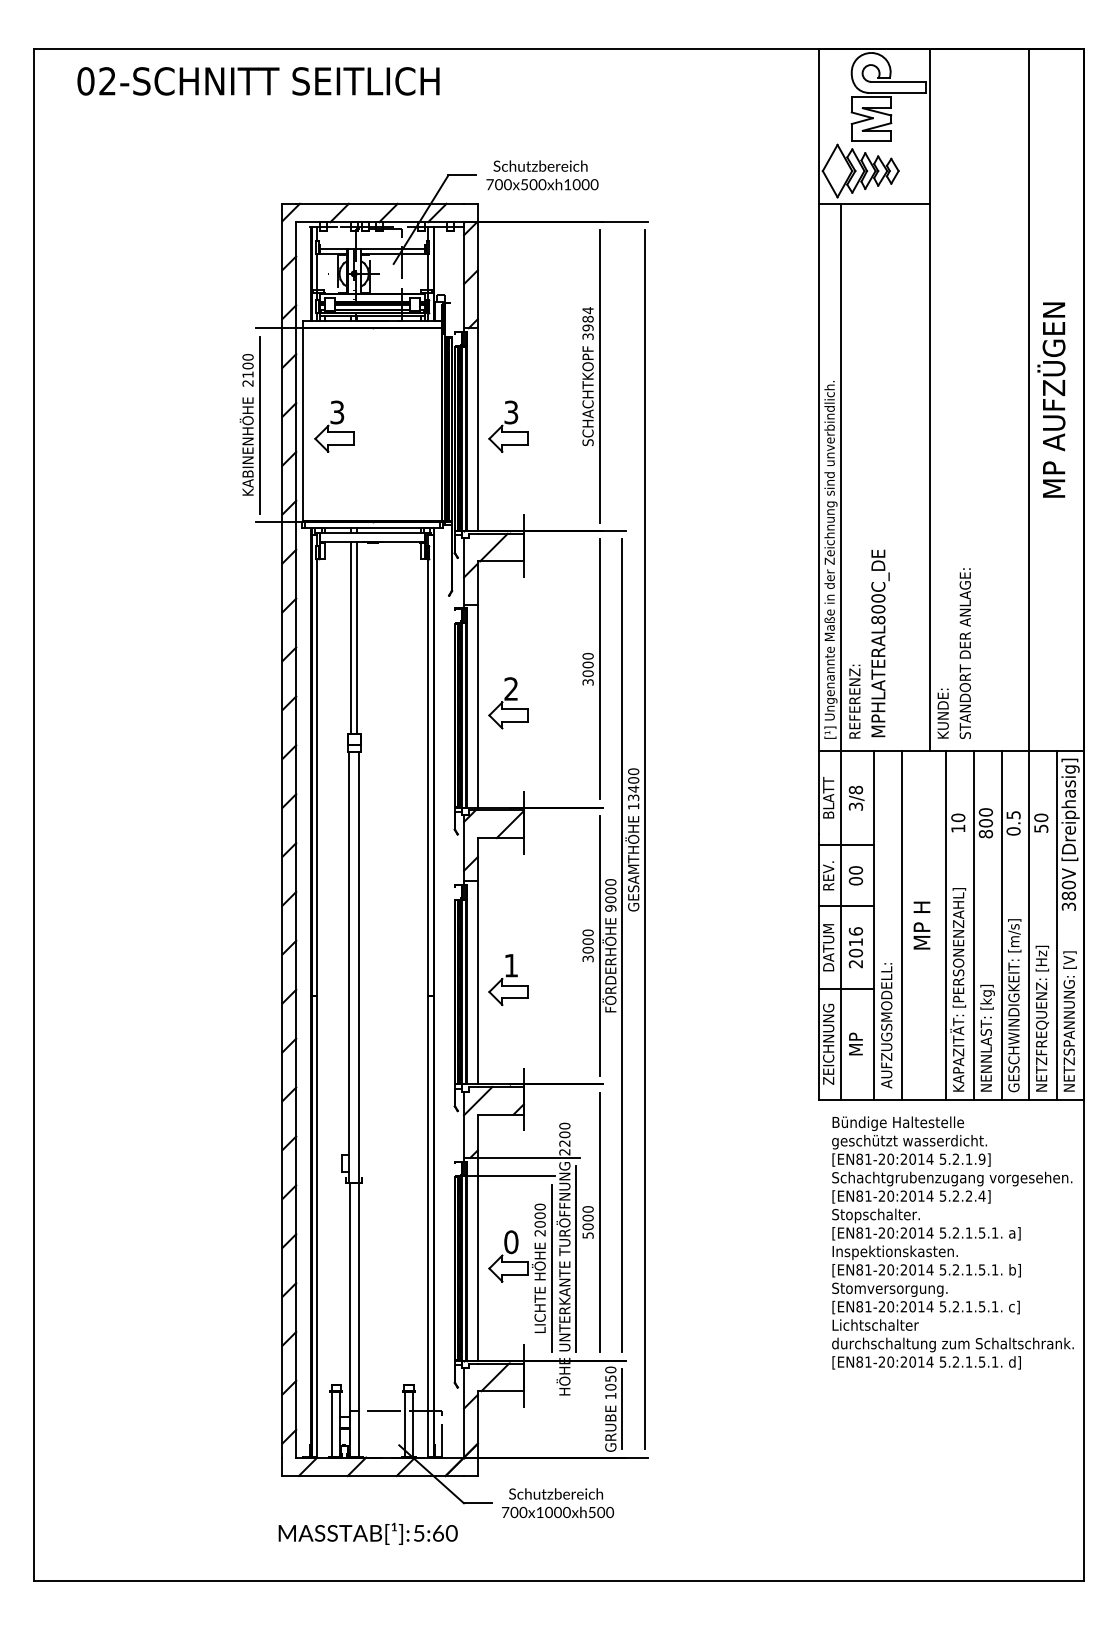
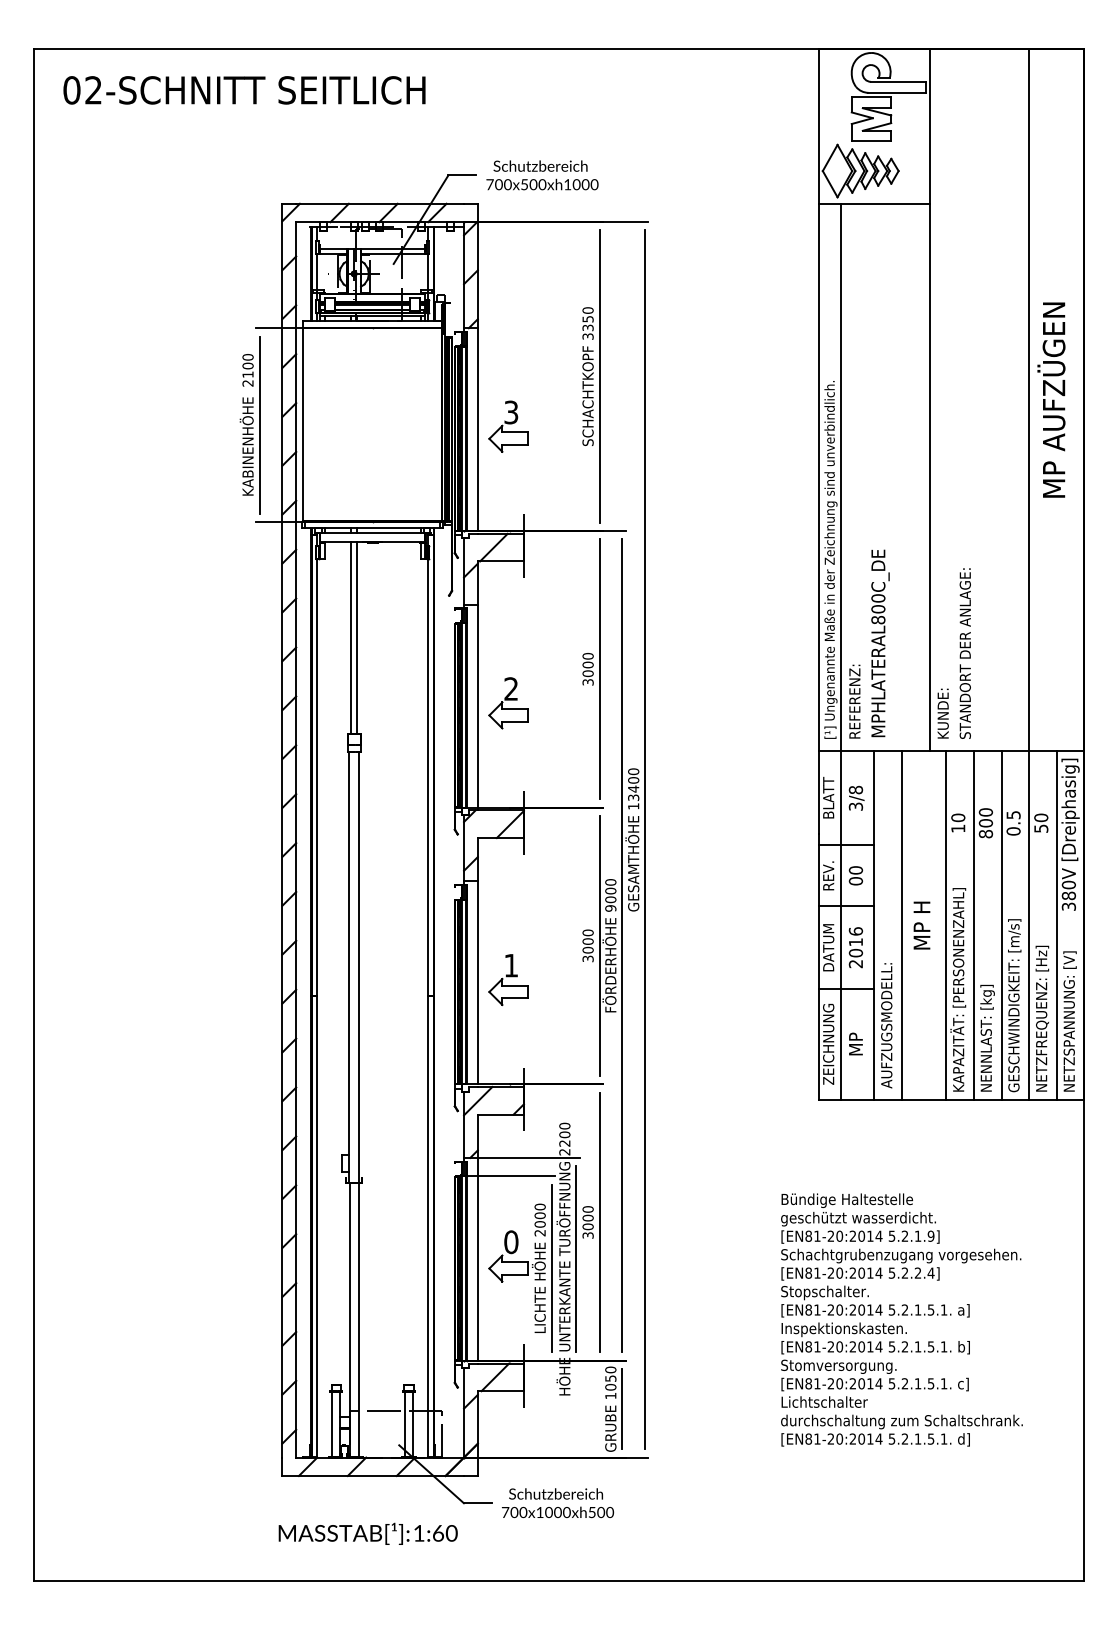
text at (258, 81) position: (258, 81) -> (244, 90)
text at (587, 319): 3984 -> 3350
part at (334, 426): present -> none
text at (587, 1235): 5000 -> 3000
text at (952, 1242) position: (952, 1242) -> (901, 1319)
text at (419, 1533): 5:60 -> 1:60
